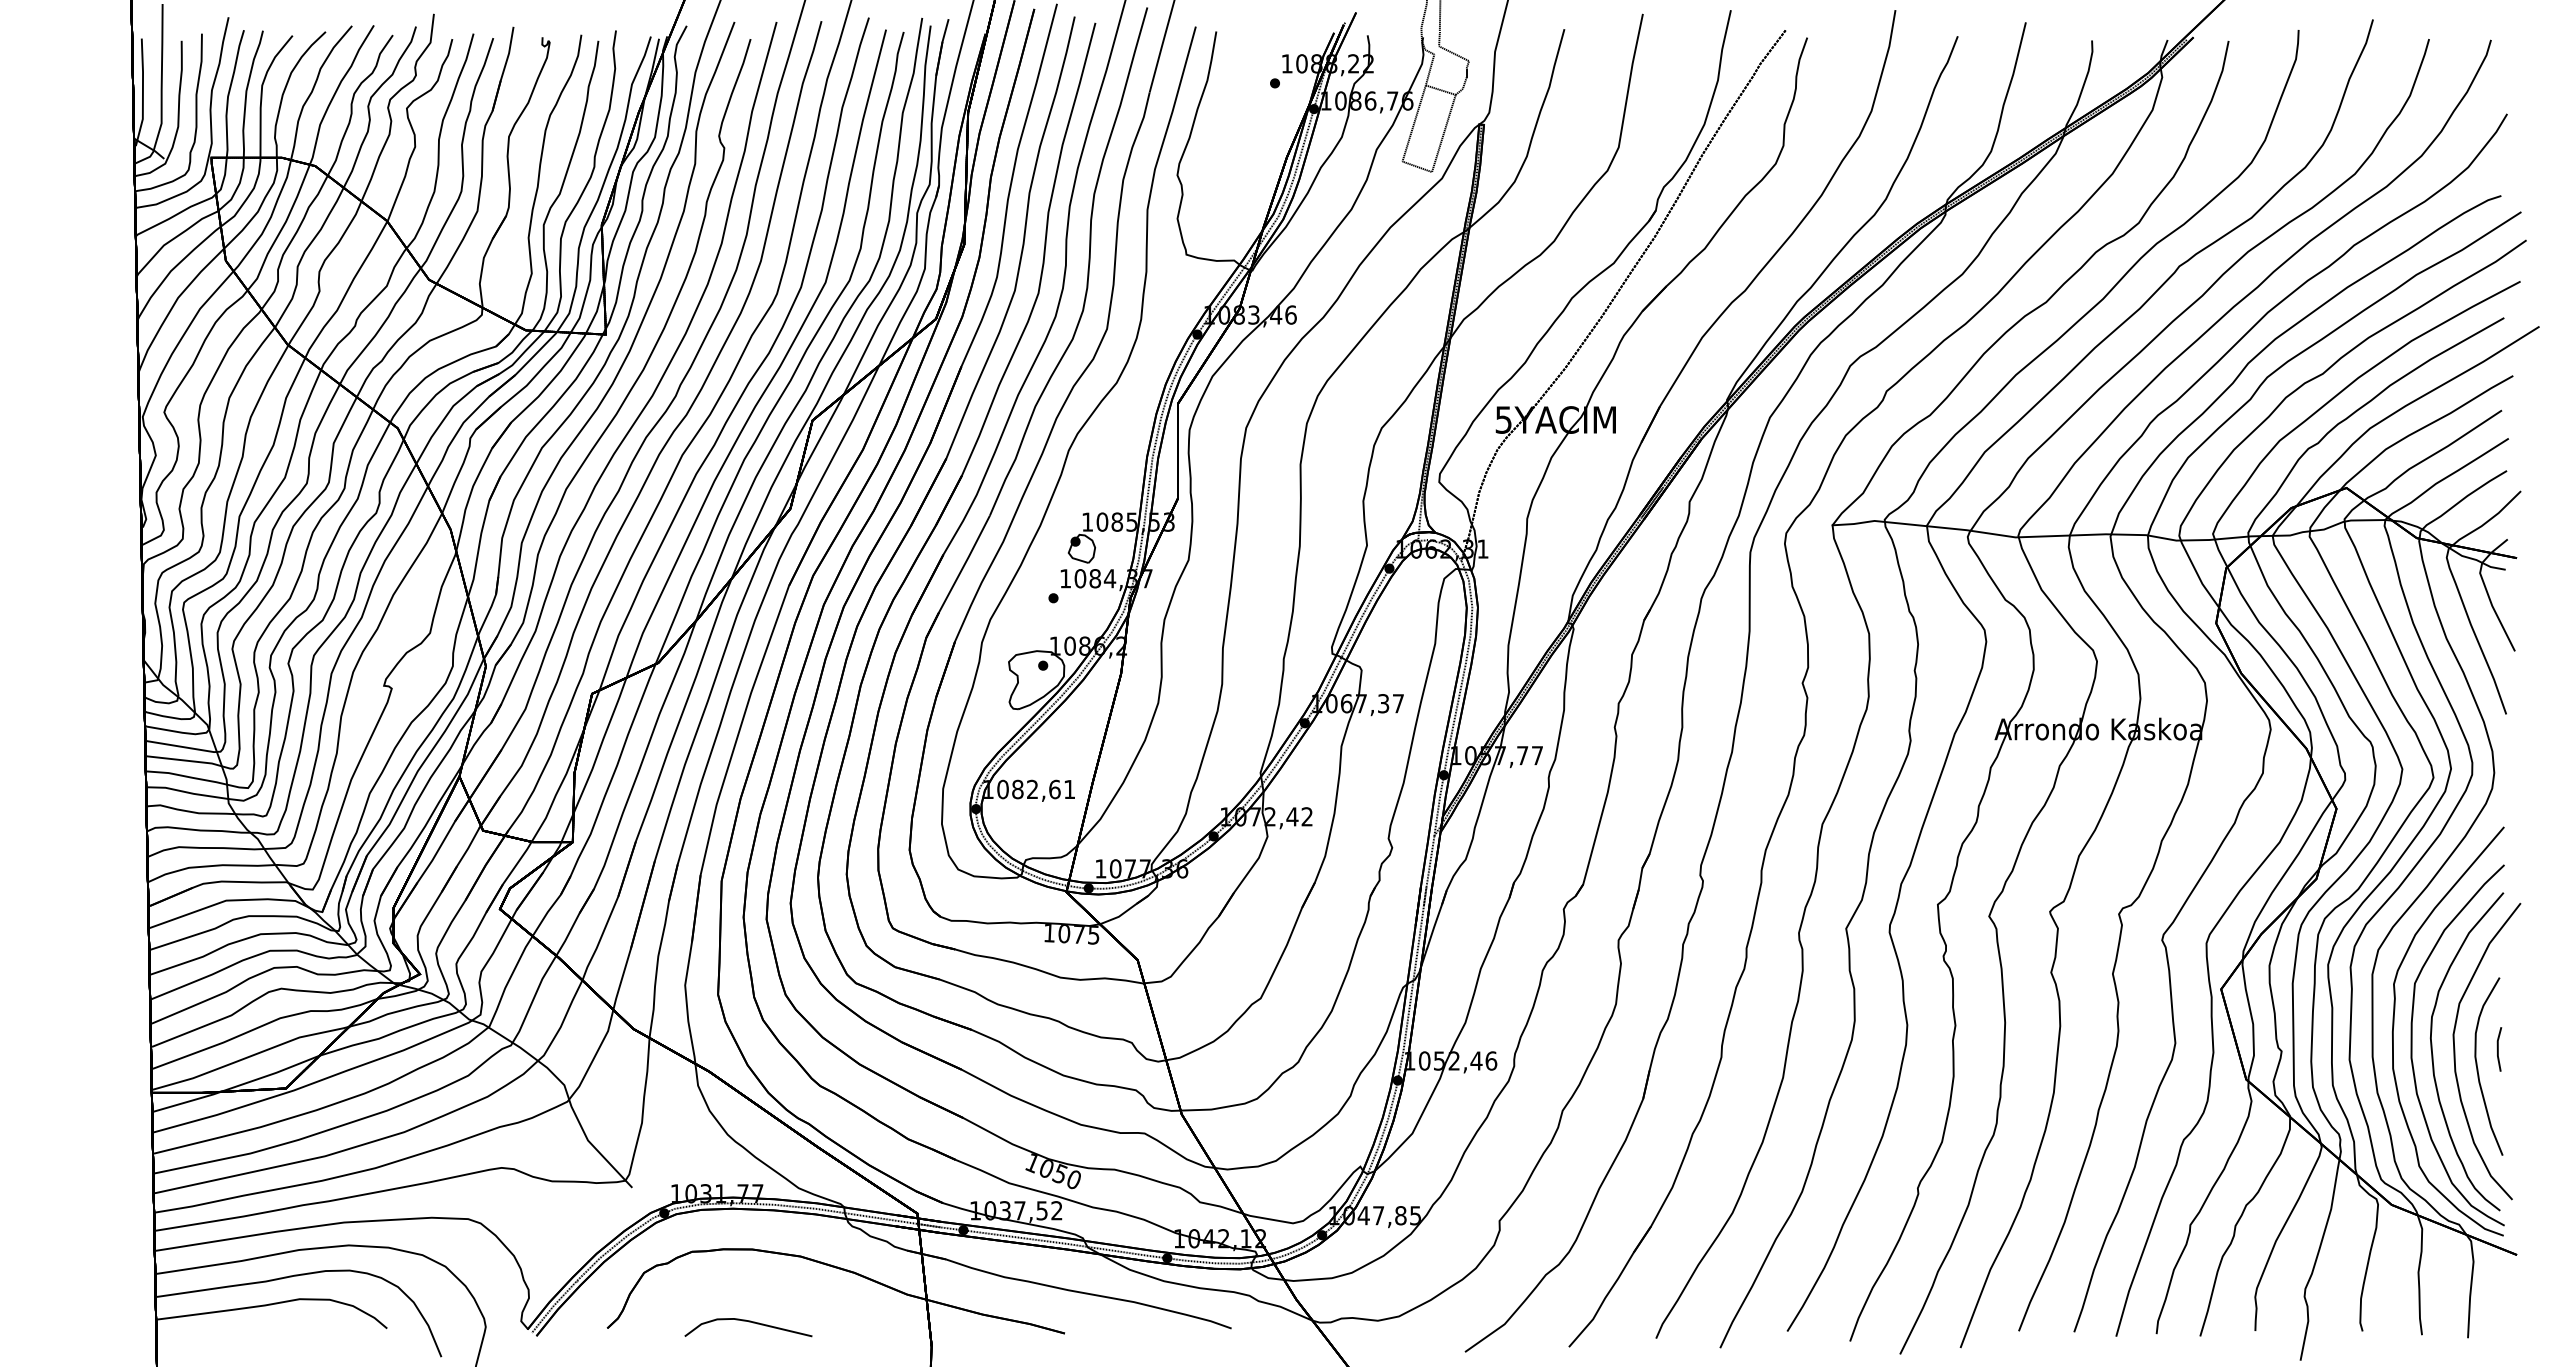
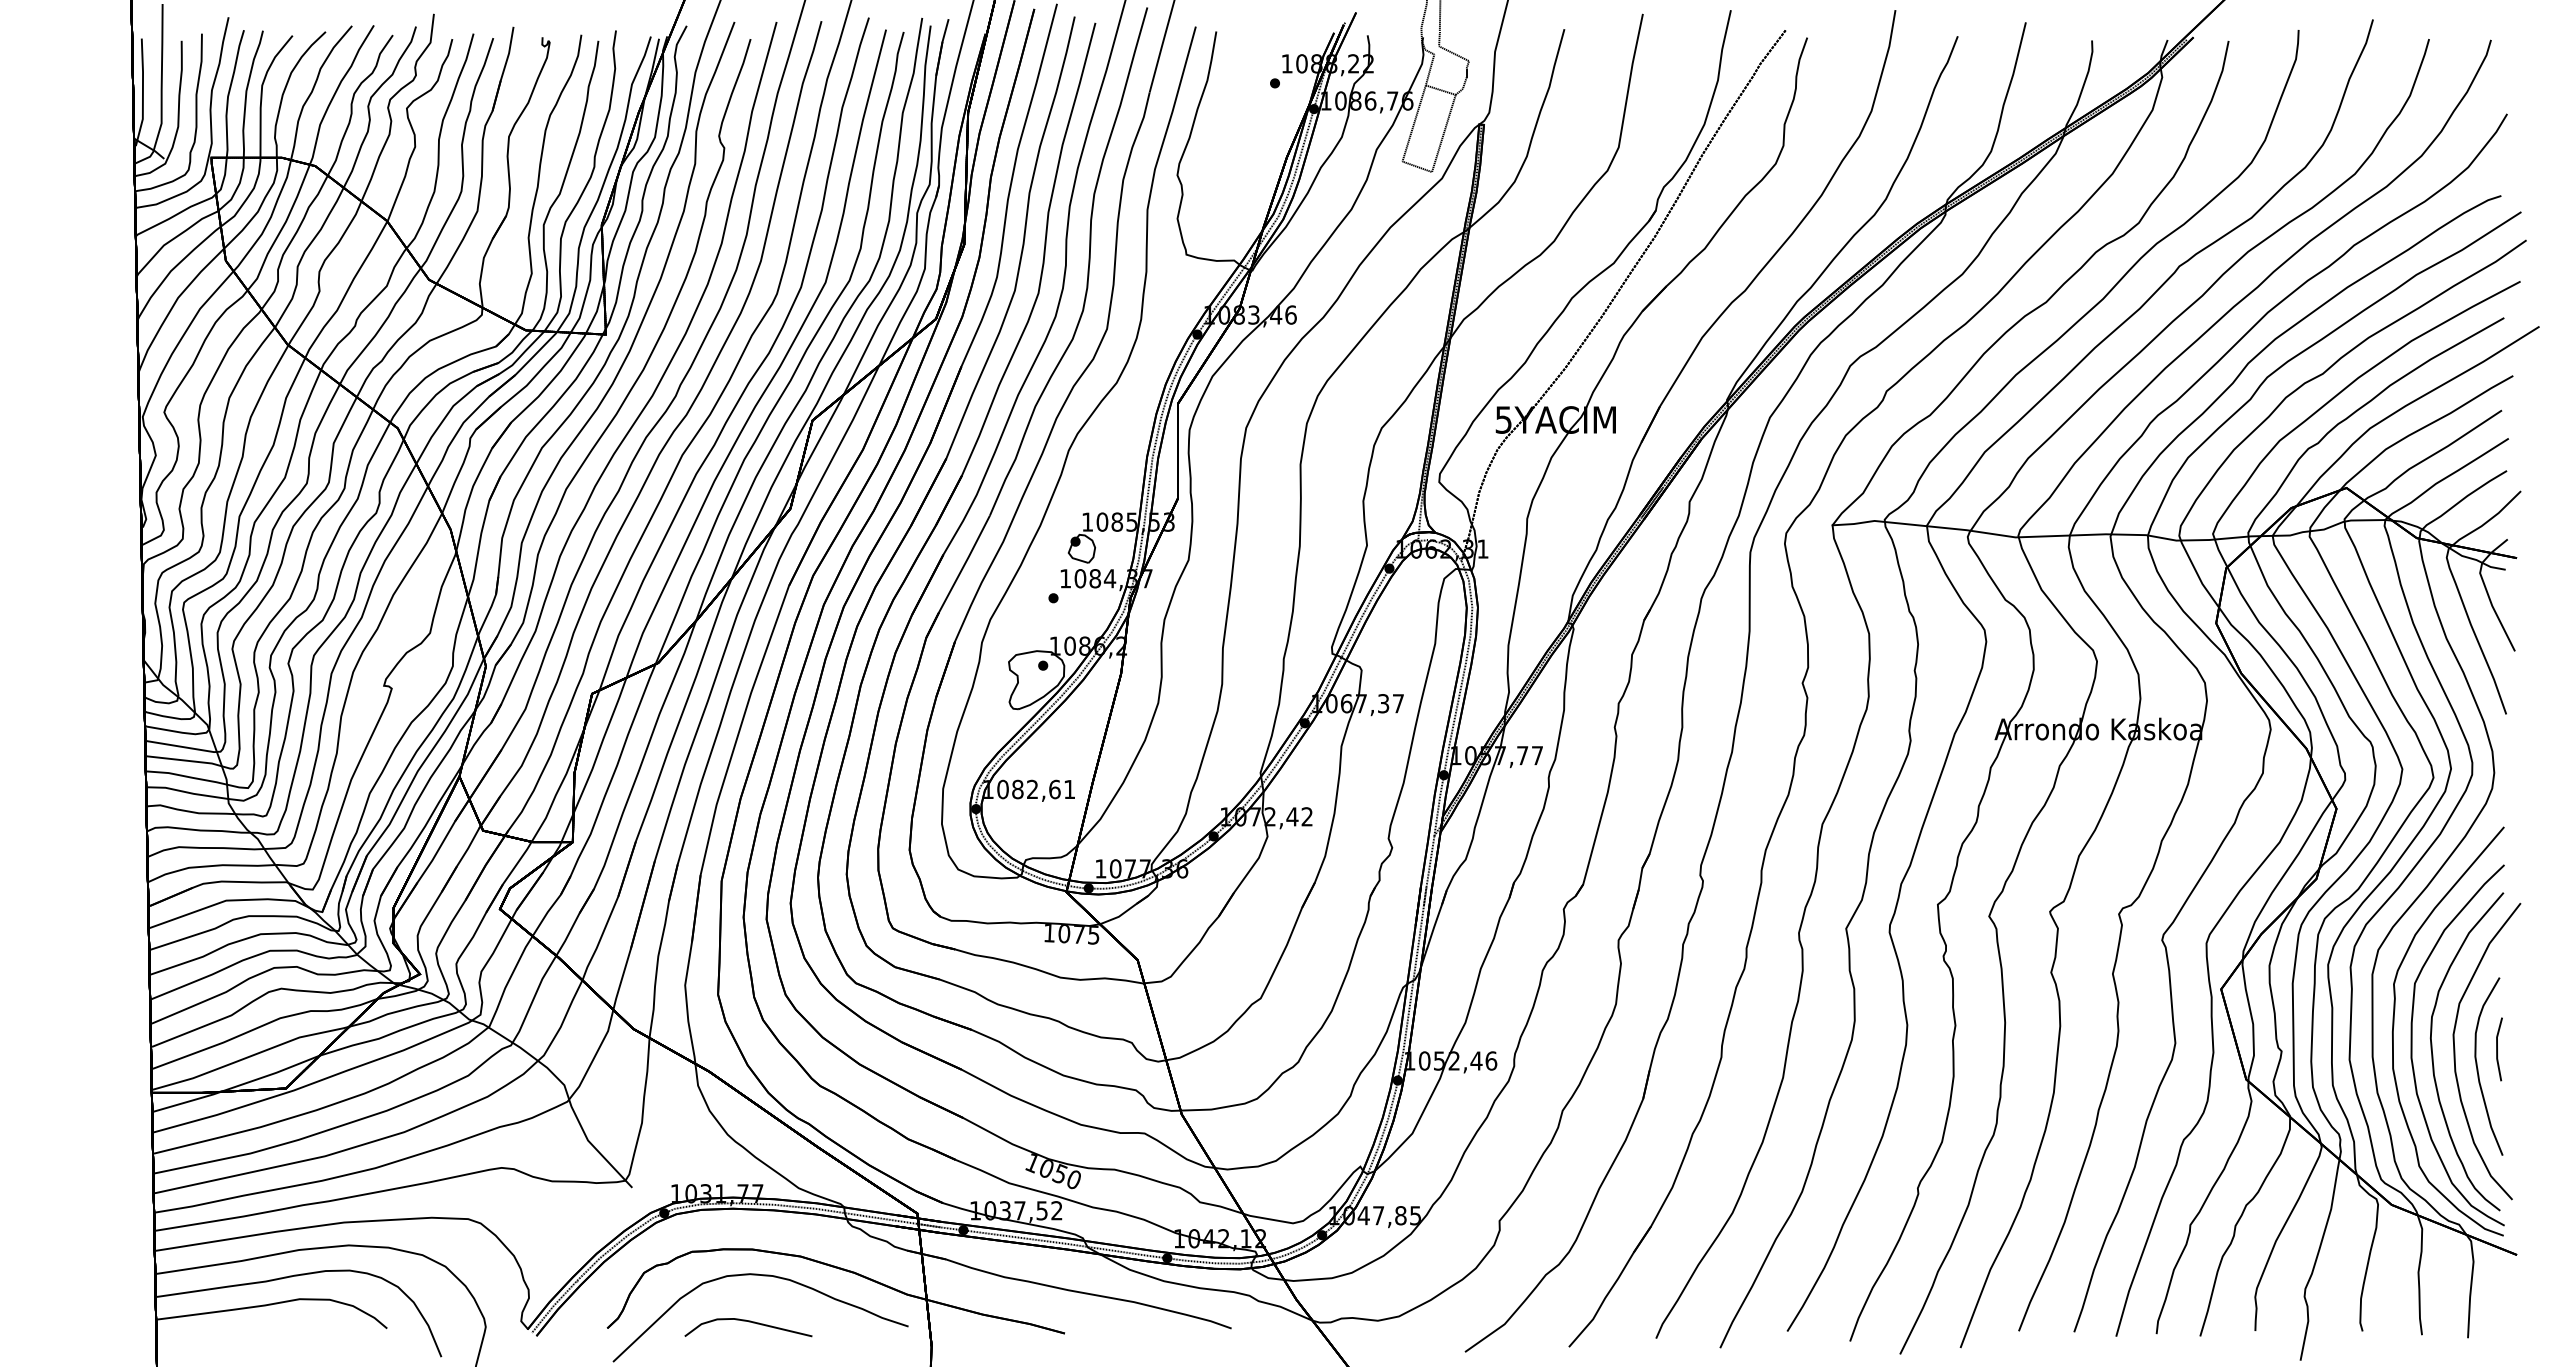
part at (2499, 1049) size: 7x45 px -> 7x65 px
curve at (762, 1276): none -> present
